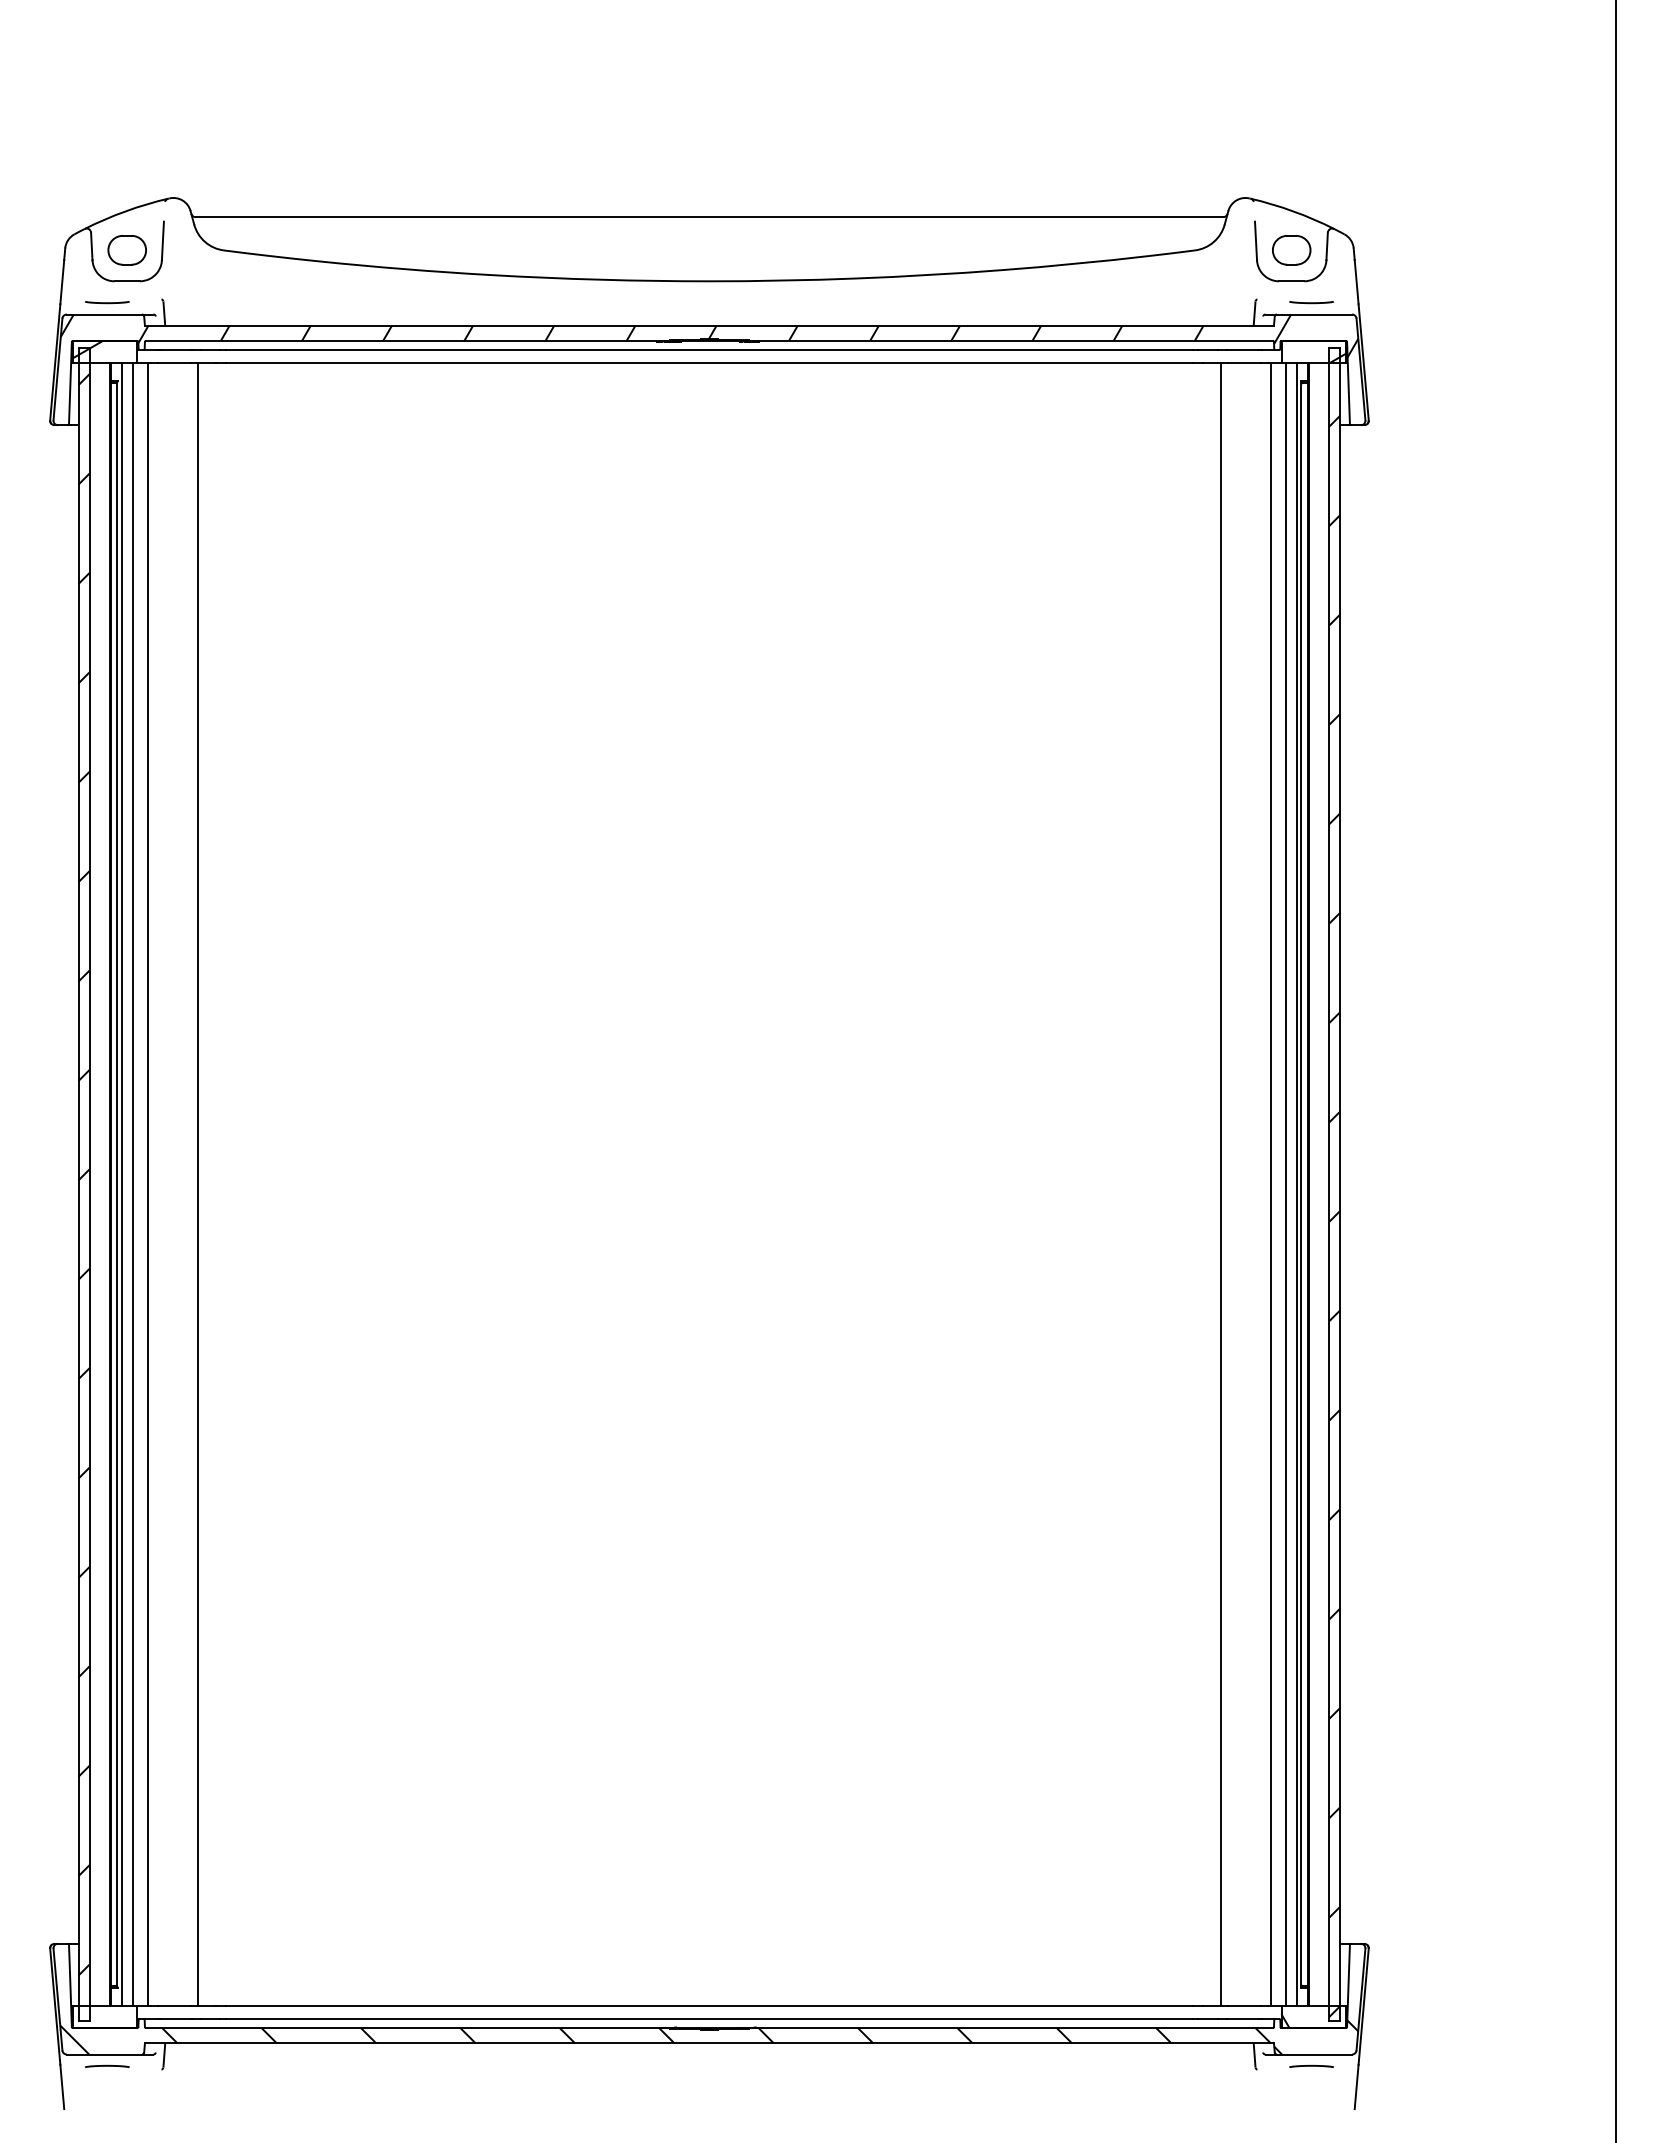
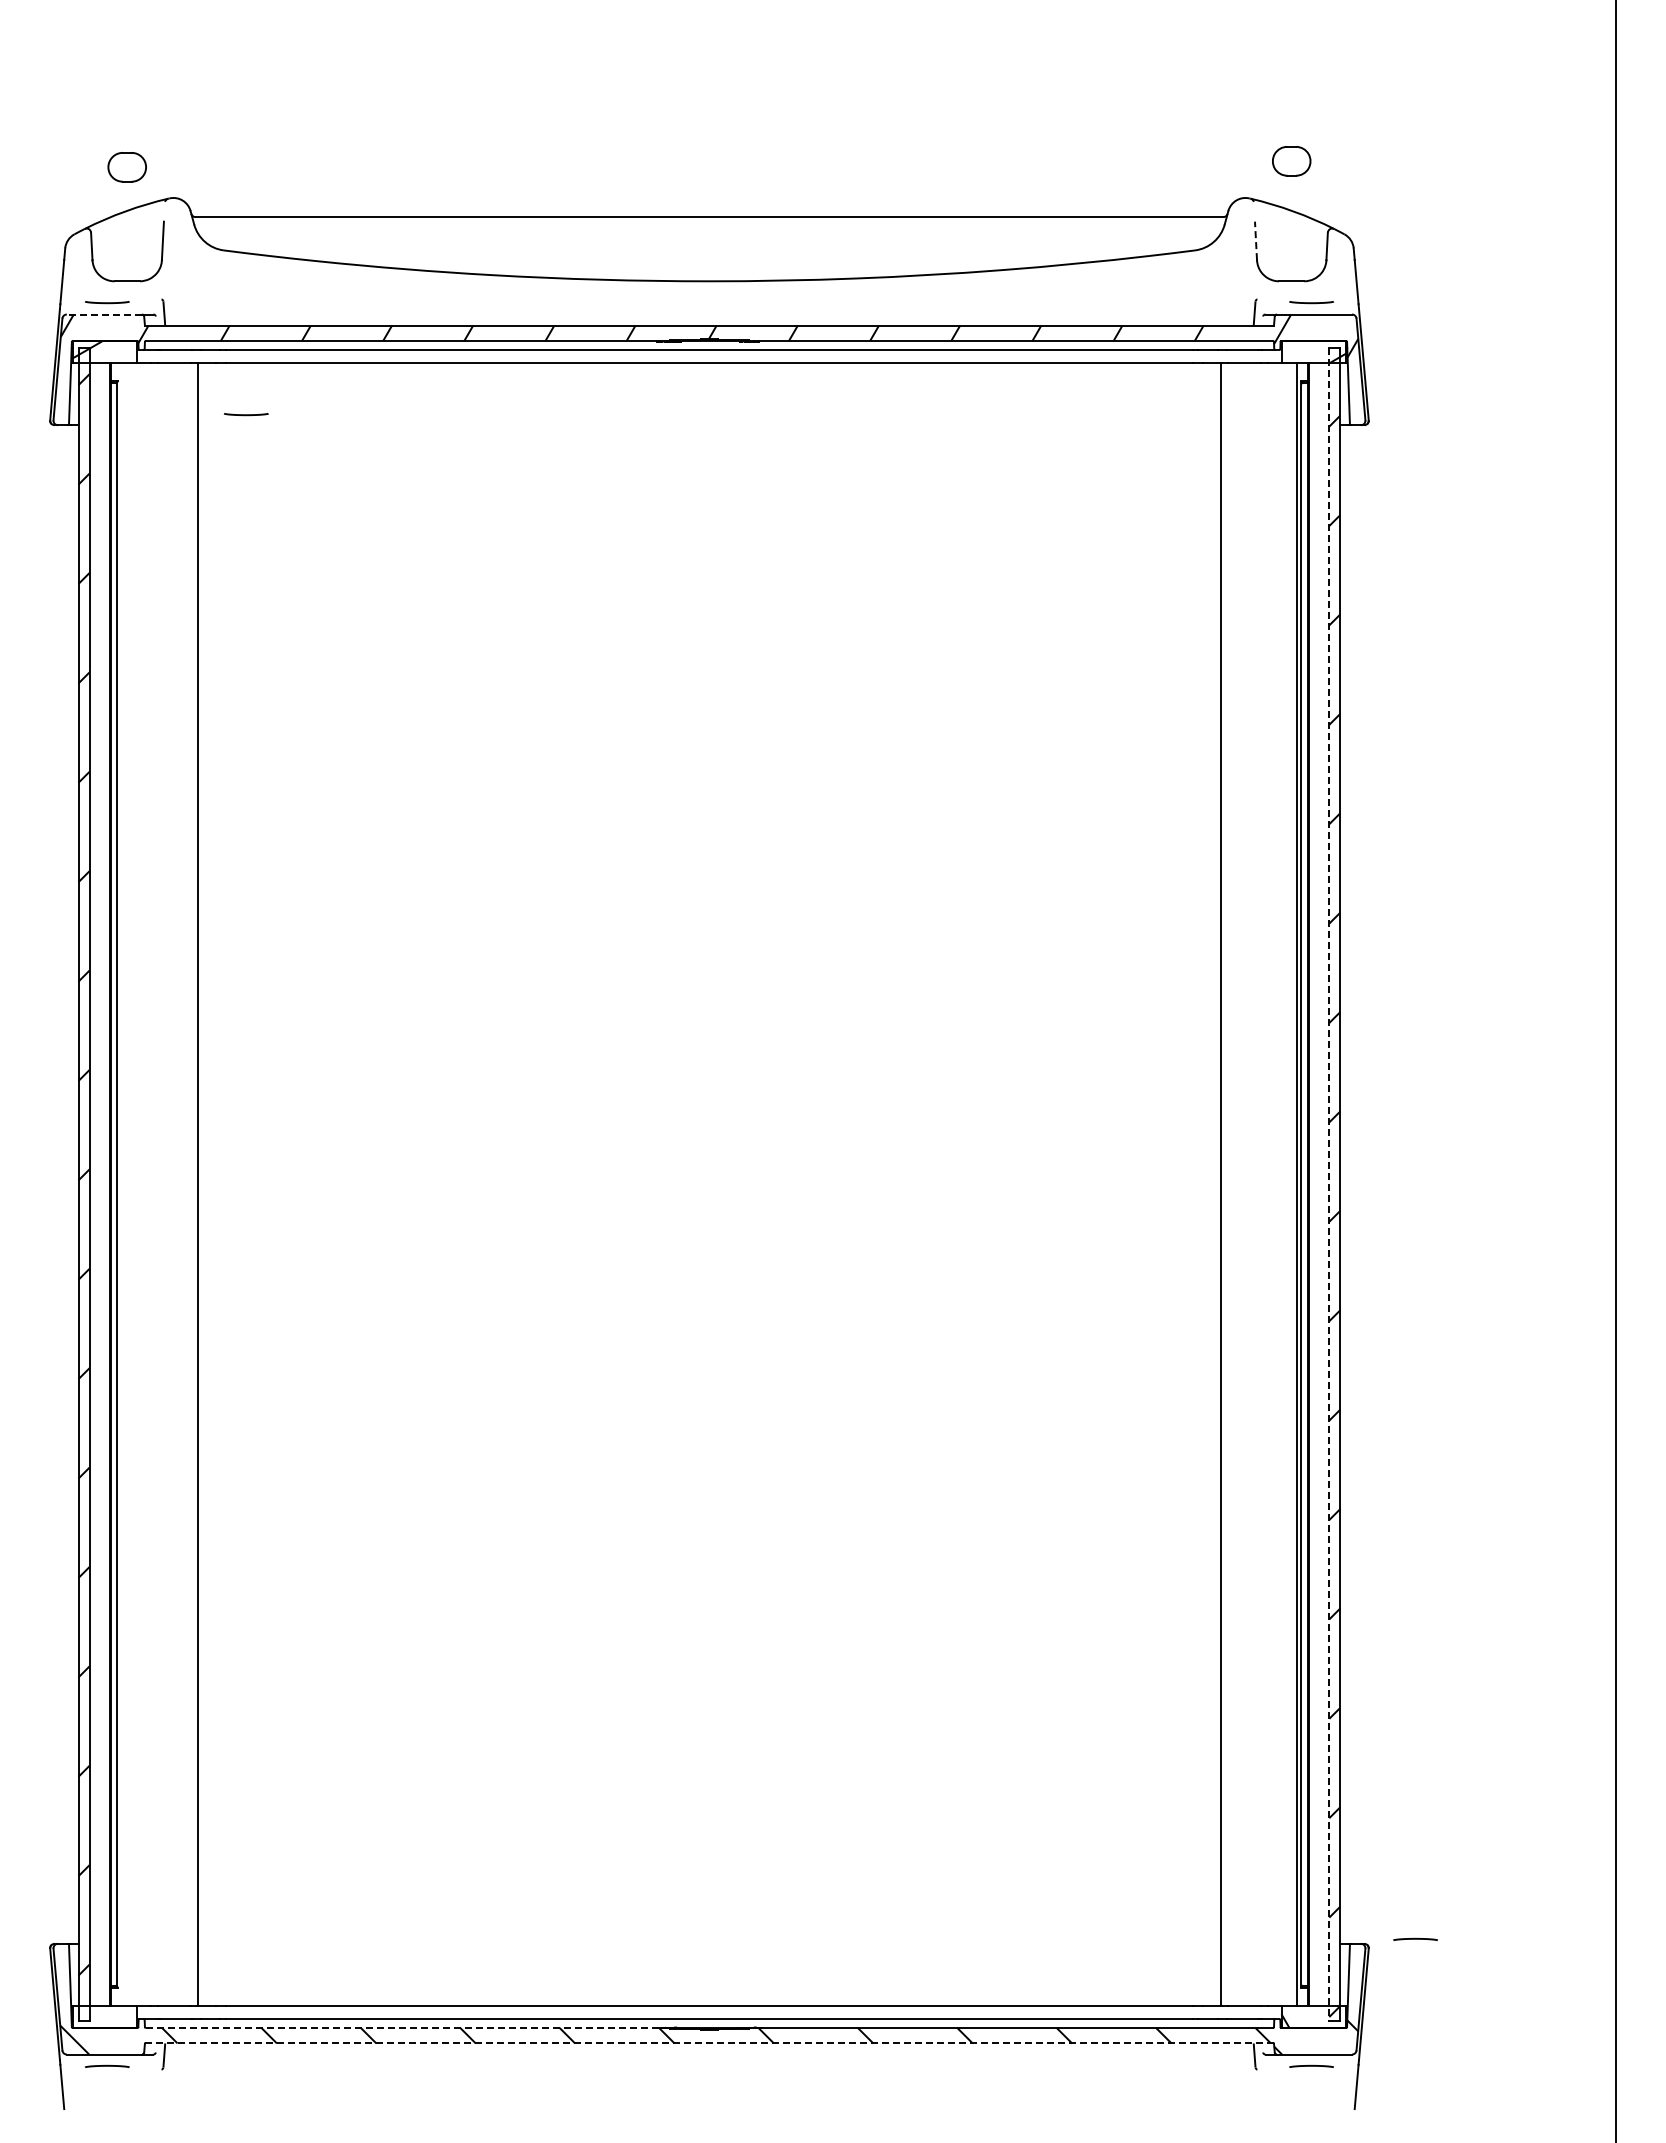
line at (1255, 240): solid -> dashed
part at (126, 250) position: (126, 250) -> (126, 167)
part at (1291, 250) position: (1291, 250) -> (1291, 161)
line at (104, 314): solid -> dashed
line at (245, 414): none -> present
line at (121, 1184): present -> none
line at (133, 1184): present -> none
line at (148, 1184): present -> none
line at (1270, 1184): present -> none
line at (1285, 1184): present -> none
line at (1329, 1184): solid -> dashed
curve at (1415, 1938): none -> present
line at (407, 2027): solid -> dashed
line at (709, 2043): solid -> dashed
